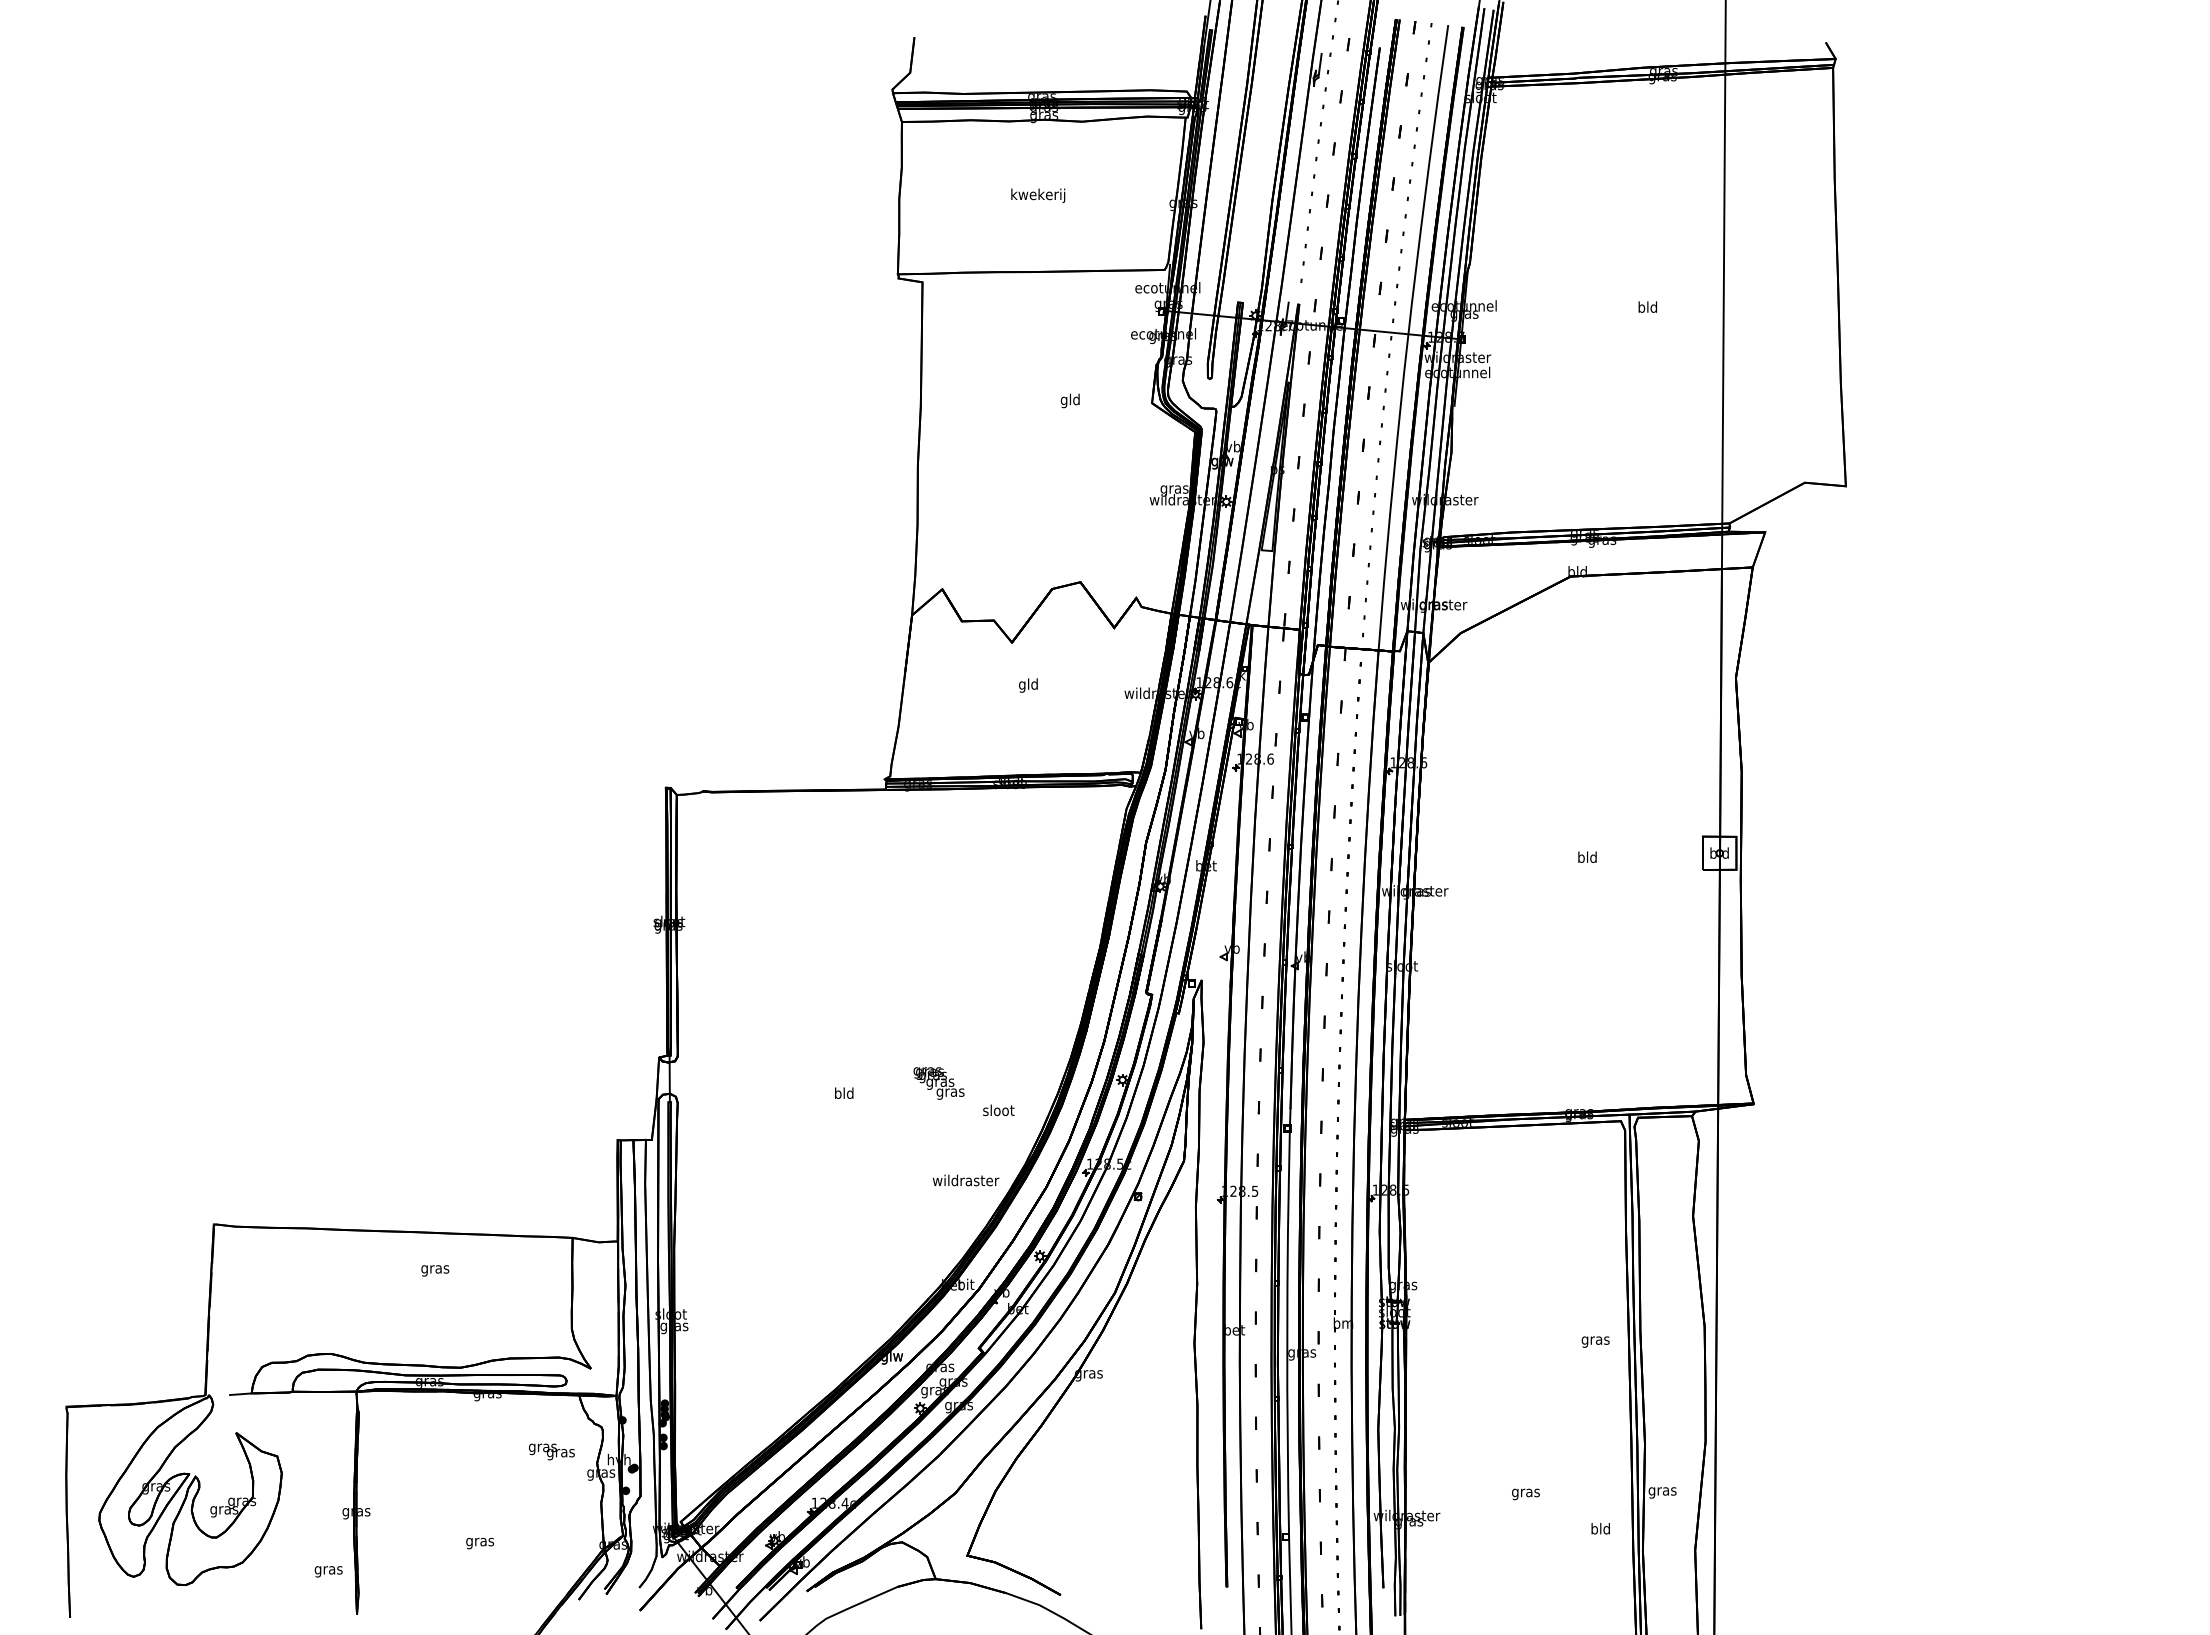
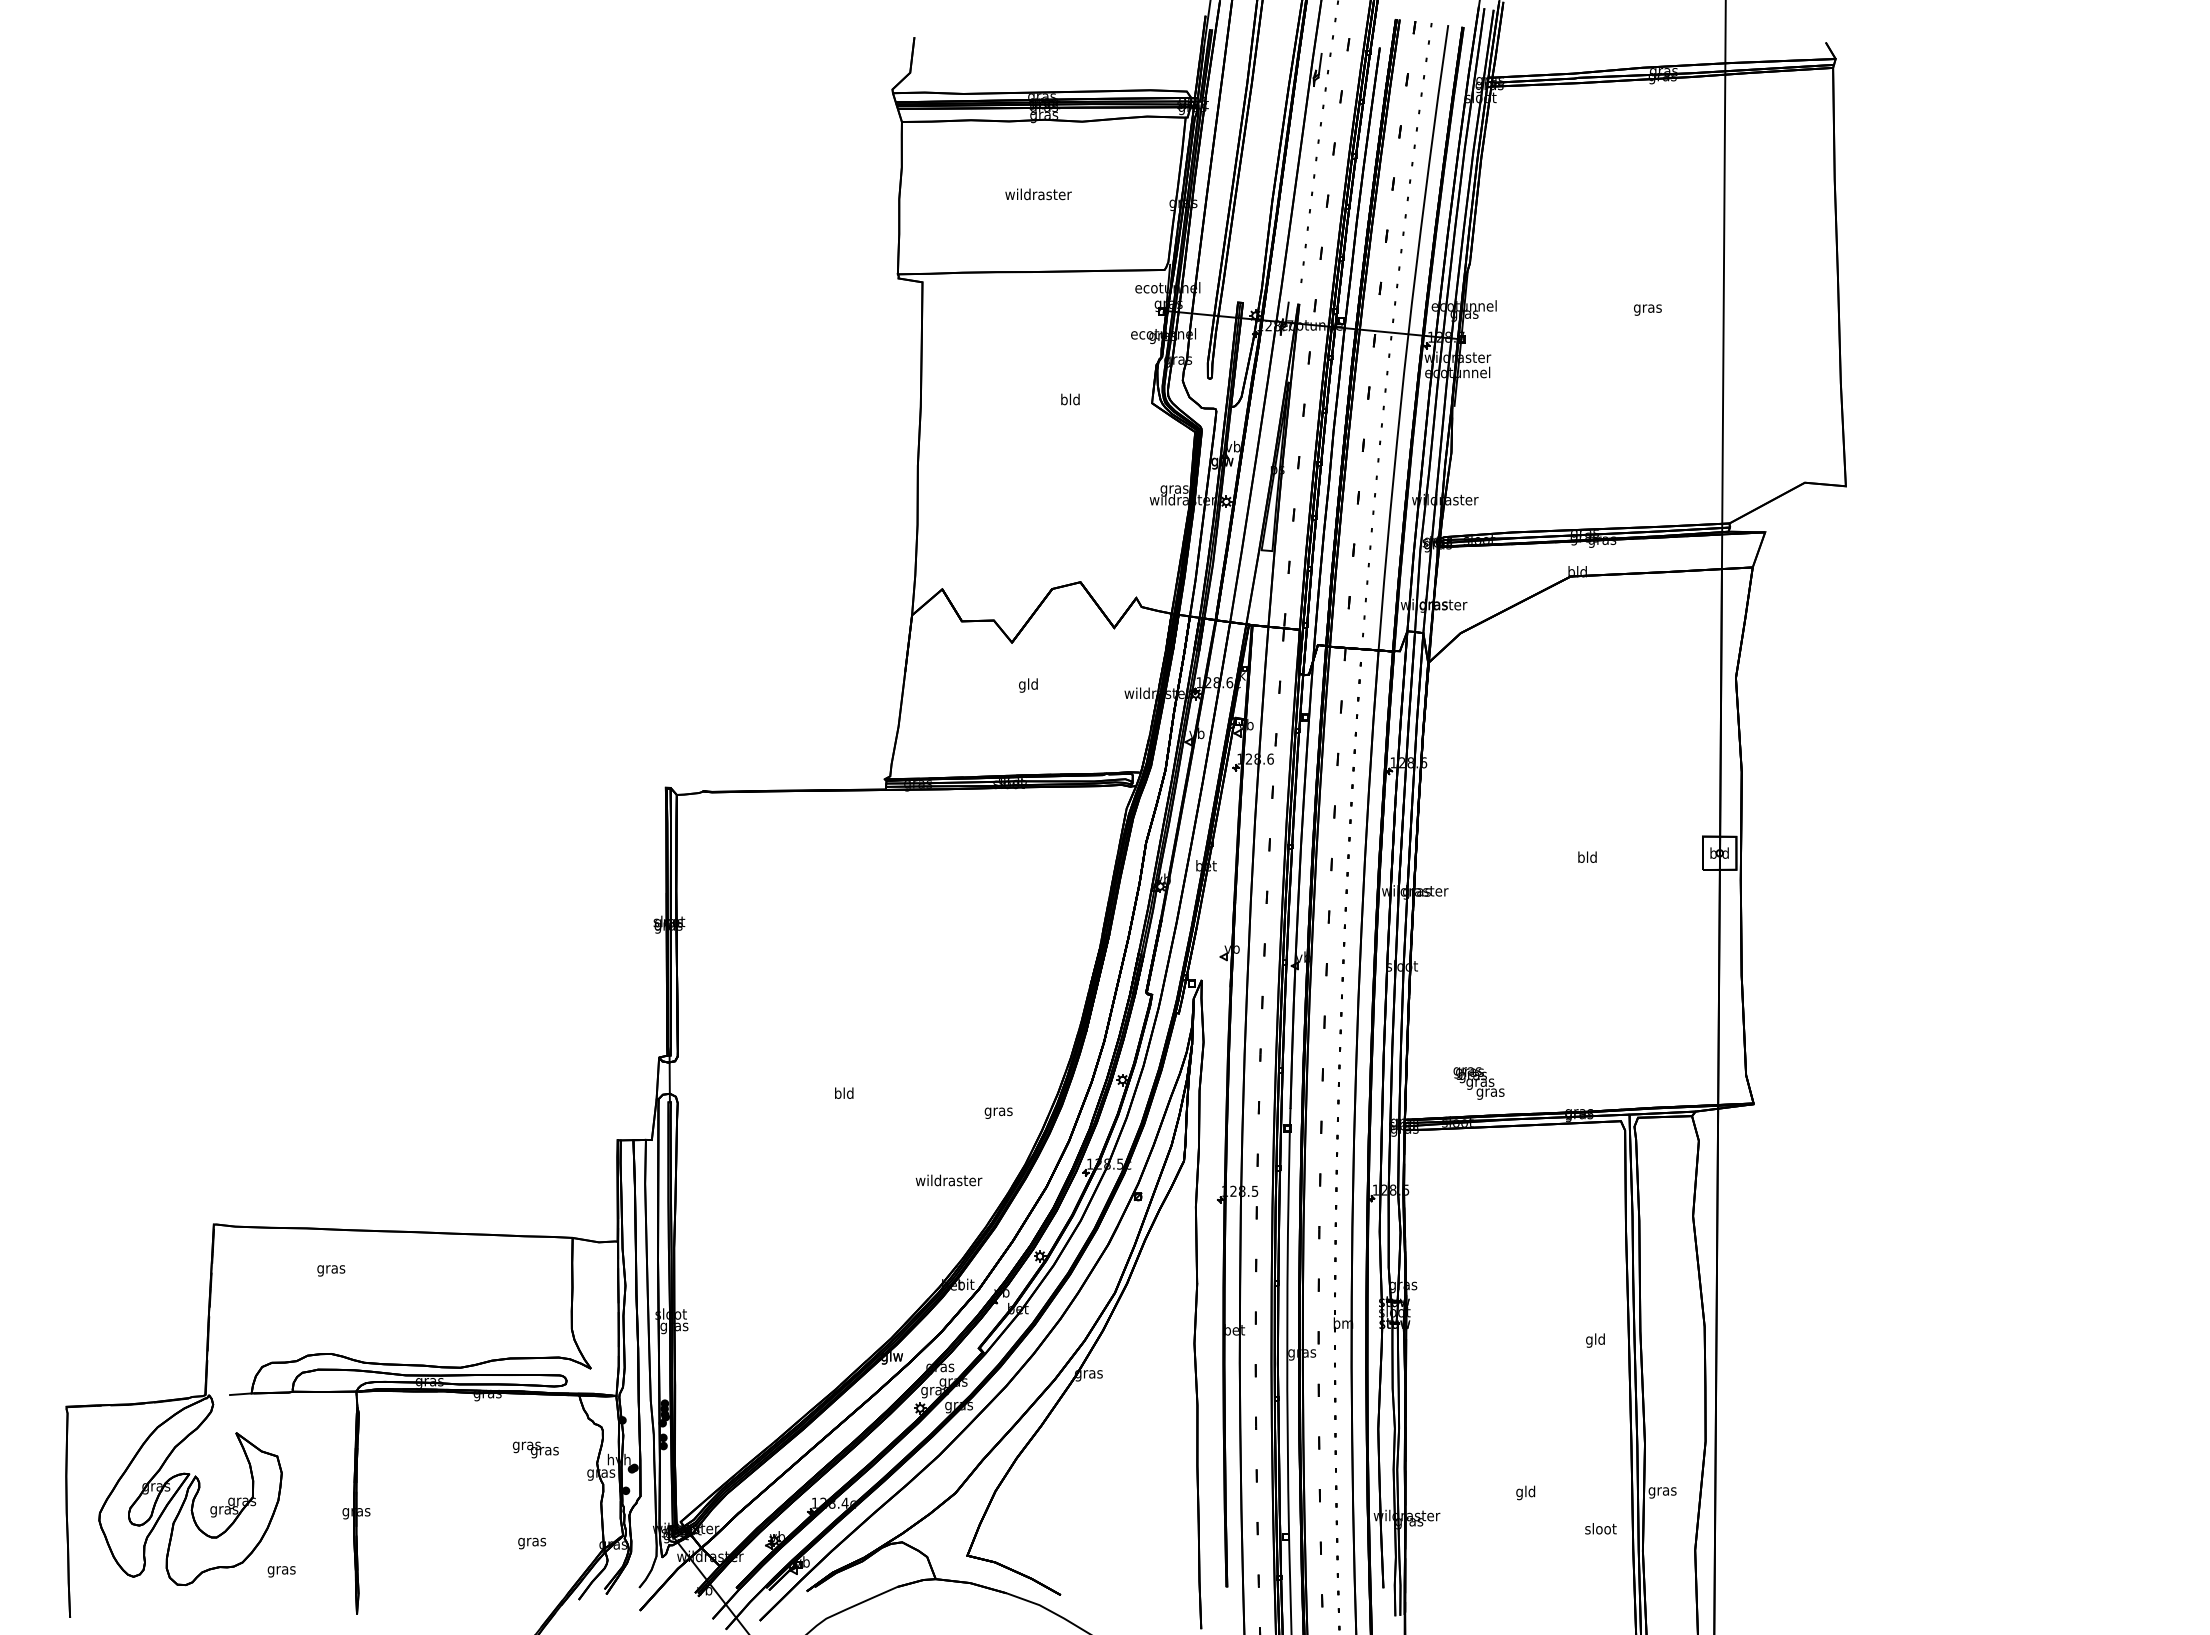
text at (1038, 195): kwekerij -> wildraster
text at (1647, 308): bld -> gras
text at (1063, 400): gld -> bld
text at (938, 1083) position: (938, 1083) -> (1478, 1083)
text at (998, 1111): sloot -> gras
text at (965, 1180) position: (965, 1180) -> (948, 1180)
text at (435, 1270) position: (435, 1270) -> (331, 1270)
text at (1595, 1340): gras -> gld
text at (551, 1451) position: (551, 1451) -> (535, 1449)
text at (1525, 1492): gras -> gld
text at (1600, 1528): bld -> sloot
text at (480, 1543) position: (480, 1543) -> (532, 1543)
text at (328, 1571) position: (328, 1571) -> (281, 1571)
